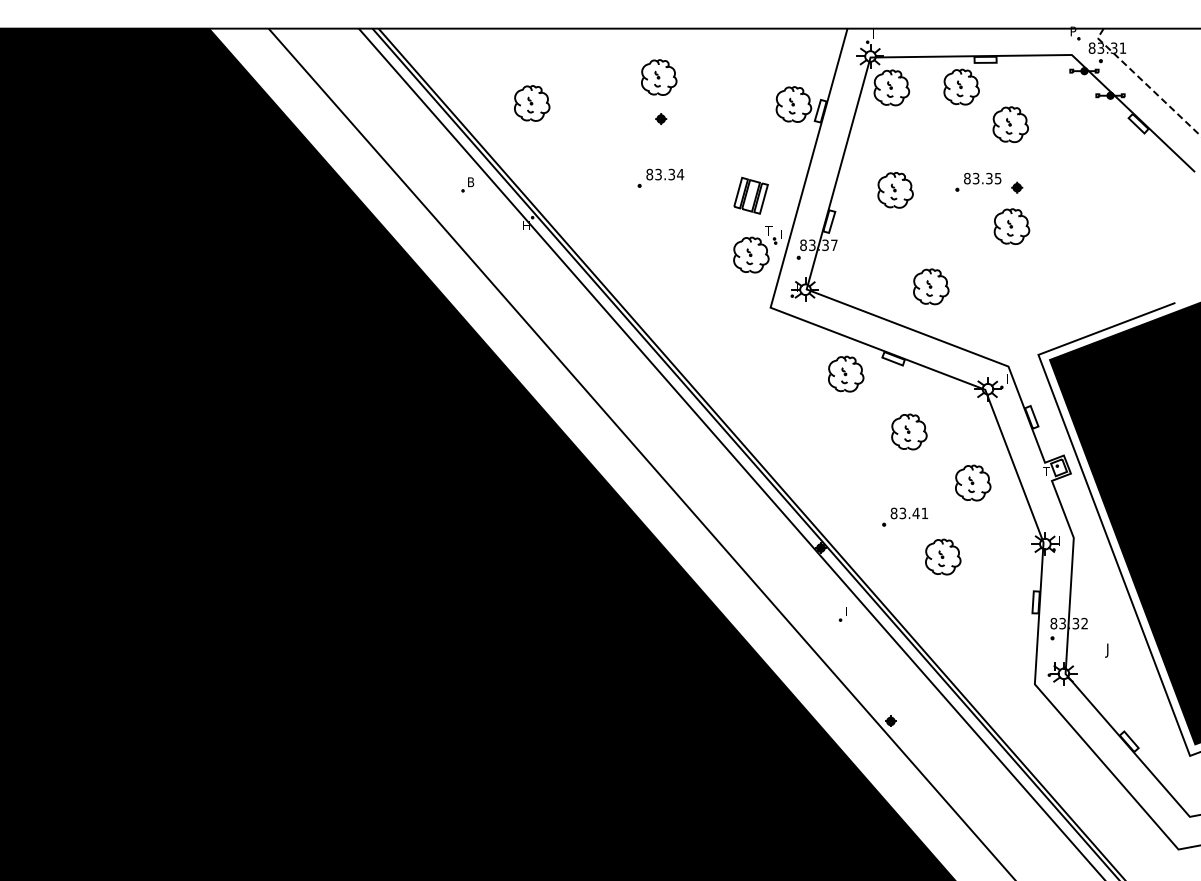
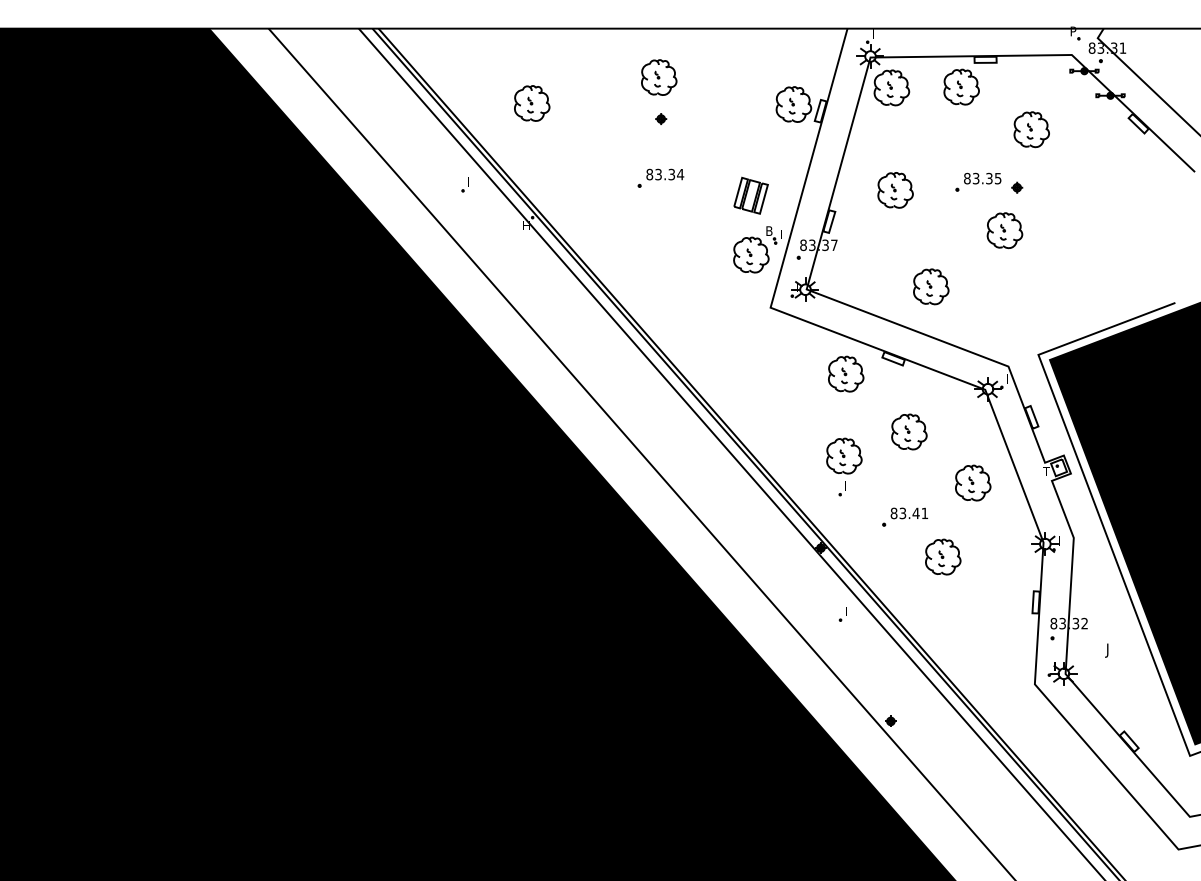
line at (1144, 82): dashed -> solid
part at (1010, 124) position: (1010, 124) -> (1031, 129)
text at (471, 182): B -> I
part at (1011, 226) position: (1011, 226) -> (1004, 230)
text at (768, 230): T -> B
part at (844, 466): none -> present
